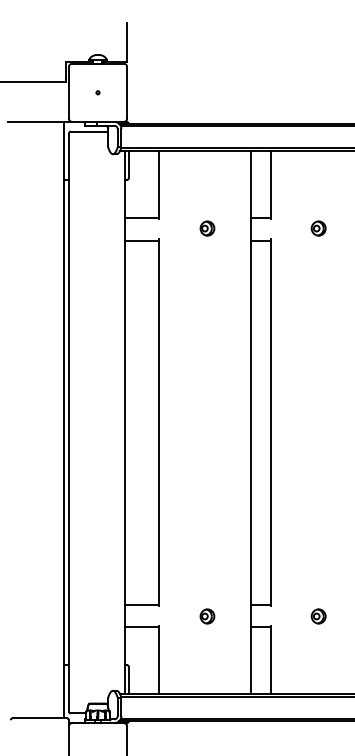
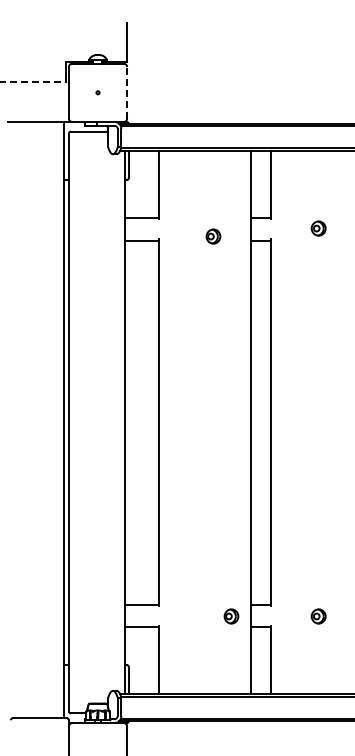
line at (33, 81): solid -> dashed
line at (127, 92): solid -> dashed
part at (207, 228) position: (207, 228) -> (213, 236)
part at (207, 616) position: (207, 616) -> (231, 616)
